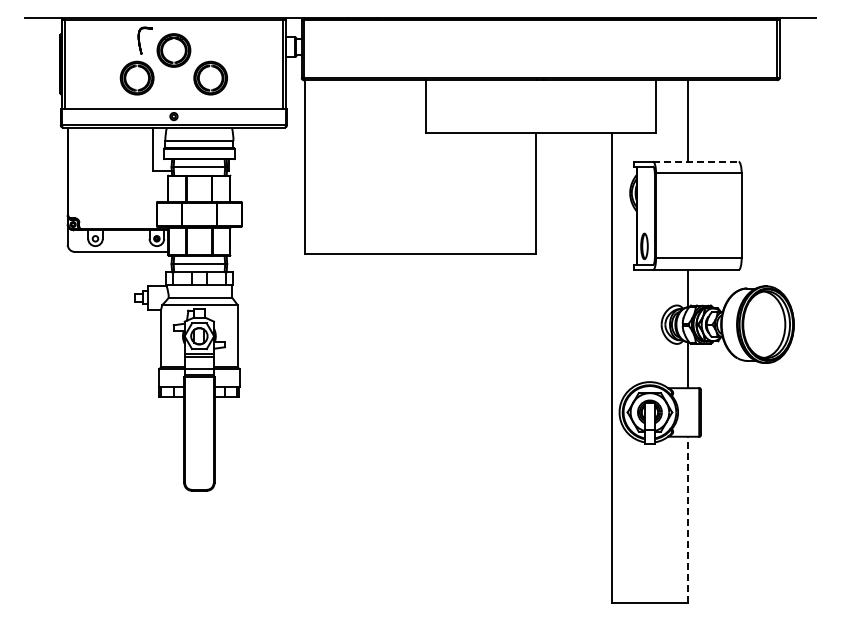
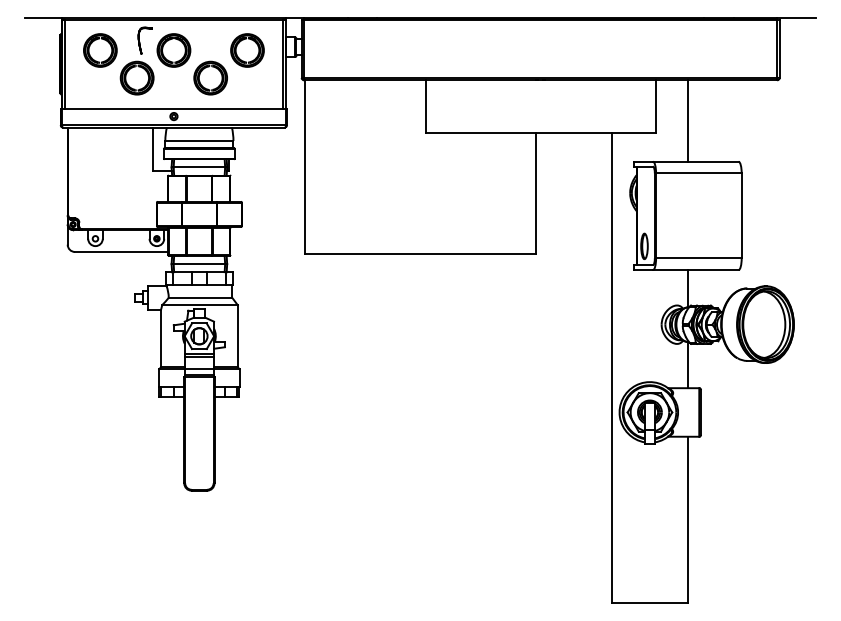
part at (100, 50): none -> present
part at (247, 50): none -> present
line at (695, 161): dashed -> solid
line at (688, 519): dashed -> solid
